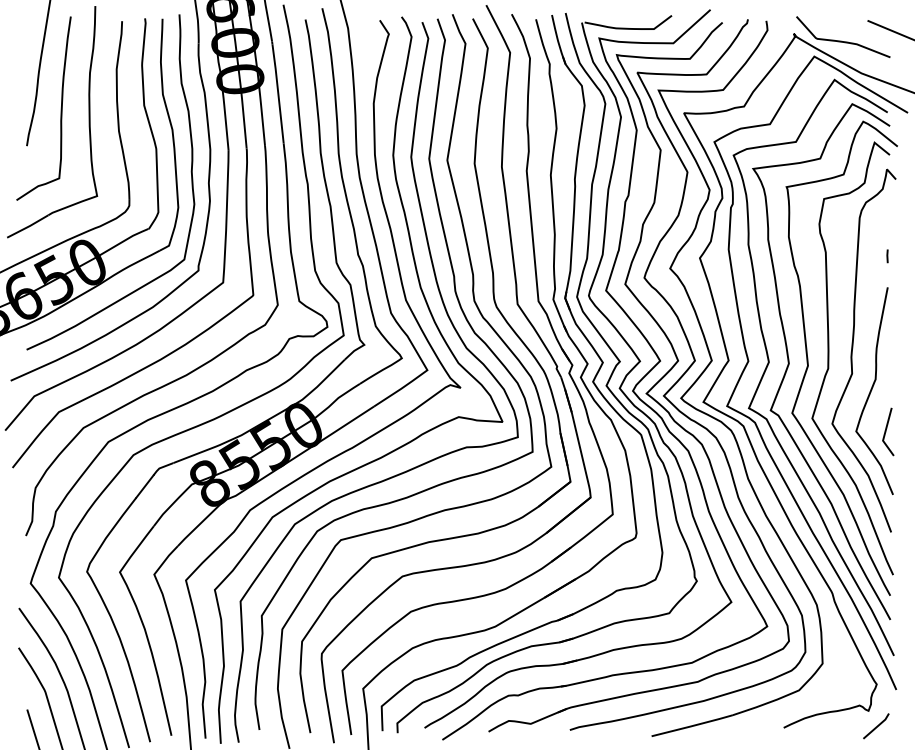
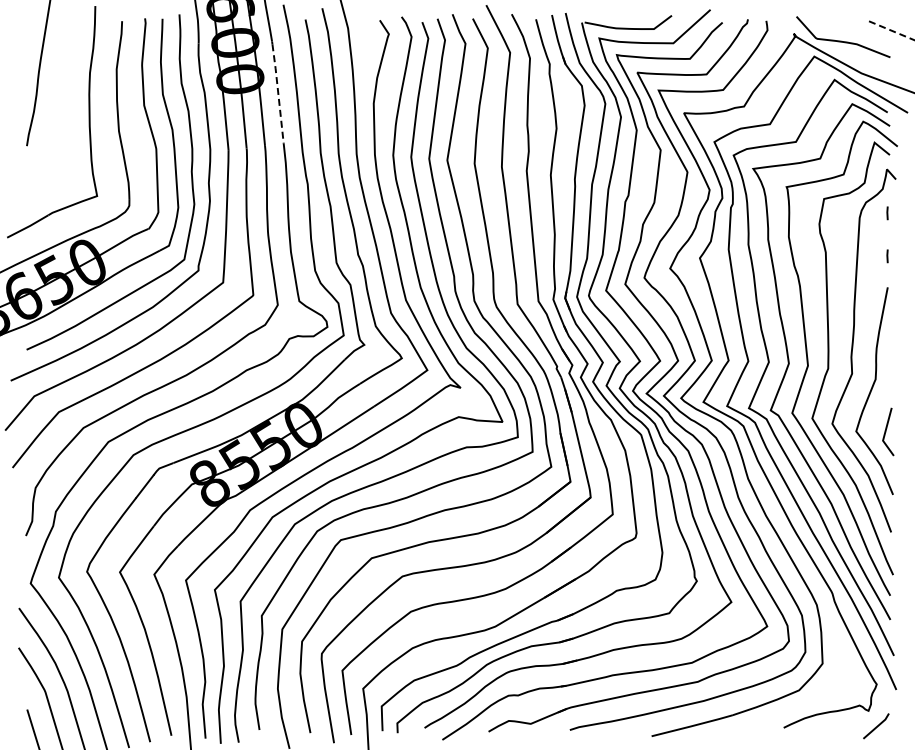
line at (890, 30): solid -> dashed
line at (278, 93): solid -> dashed
curve at (60, 108): present -> none
line at (887, 213): none -> present
